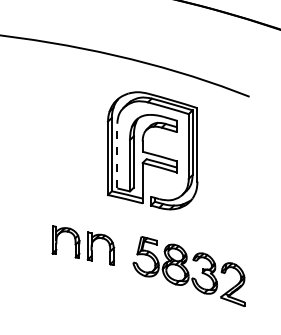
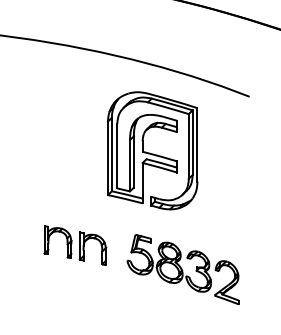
line at (117, 155): dashed -> solid
part at (83, 245) position: (83, 245) -> (75, 245)
part at (188, 271) position: (188, 271) -> (182, 269)
